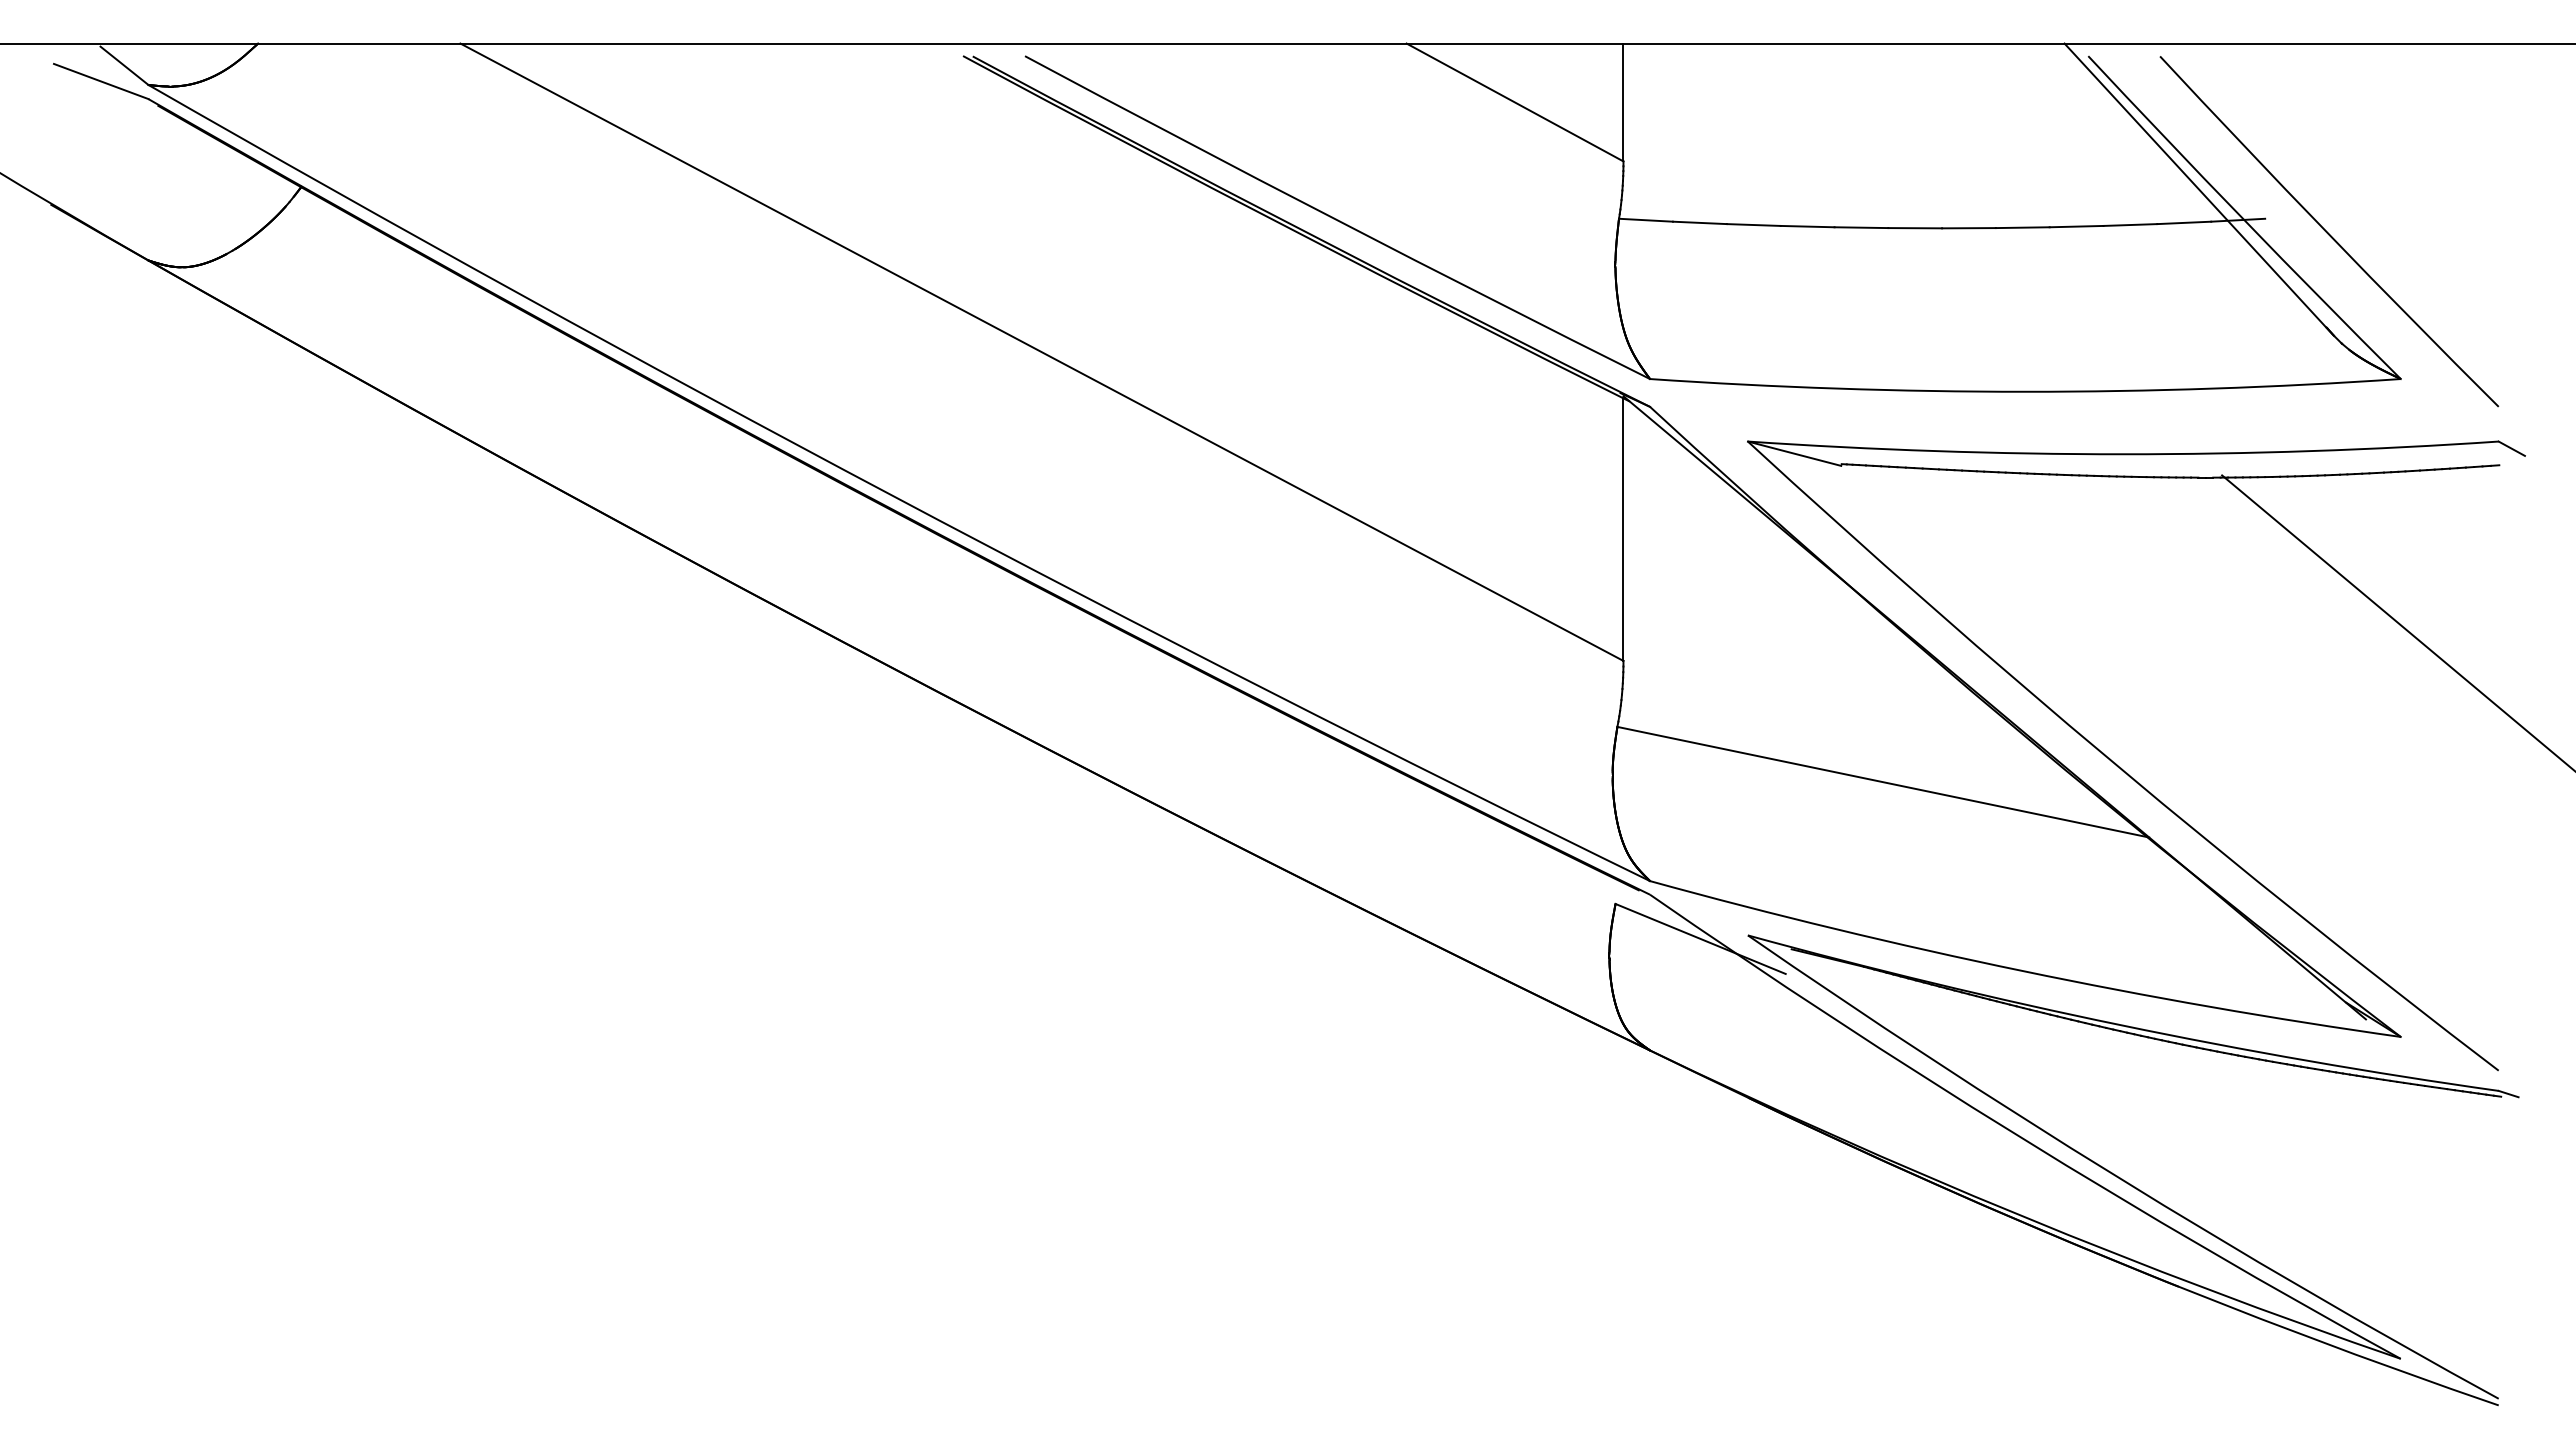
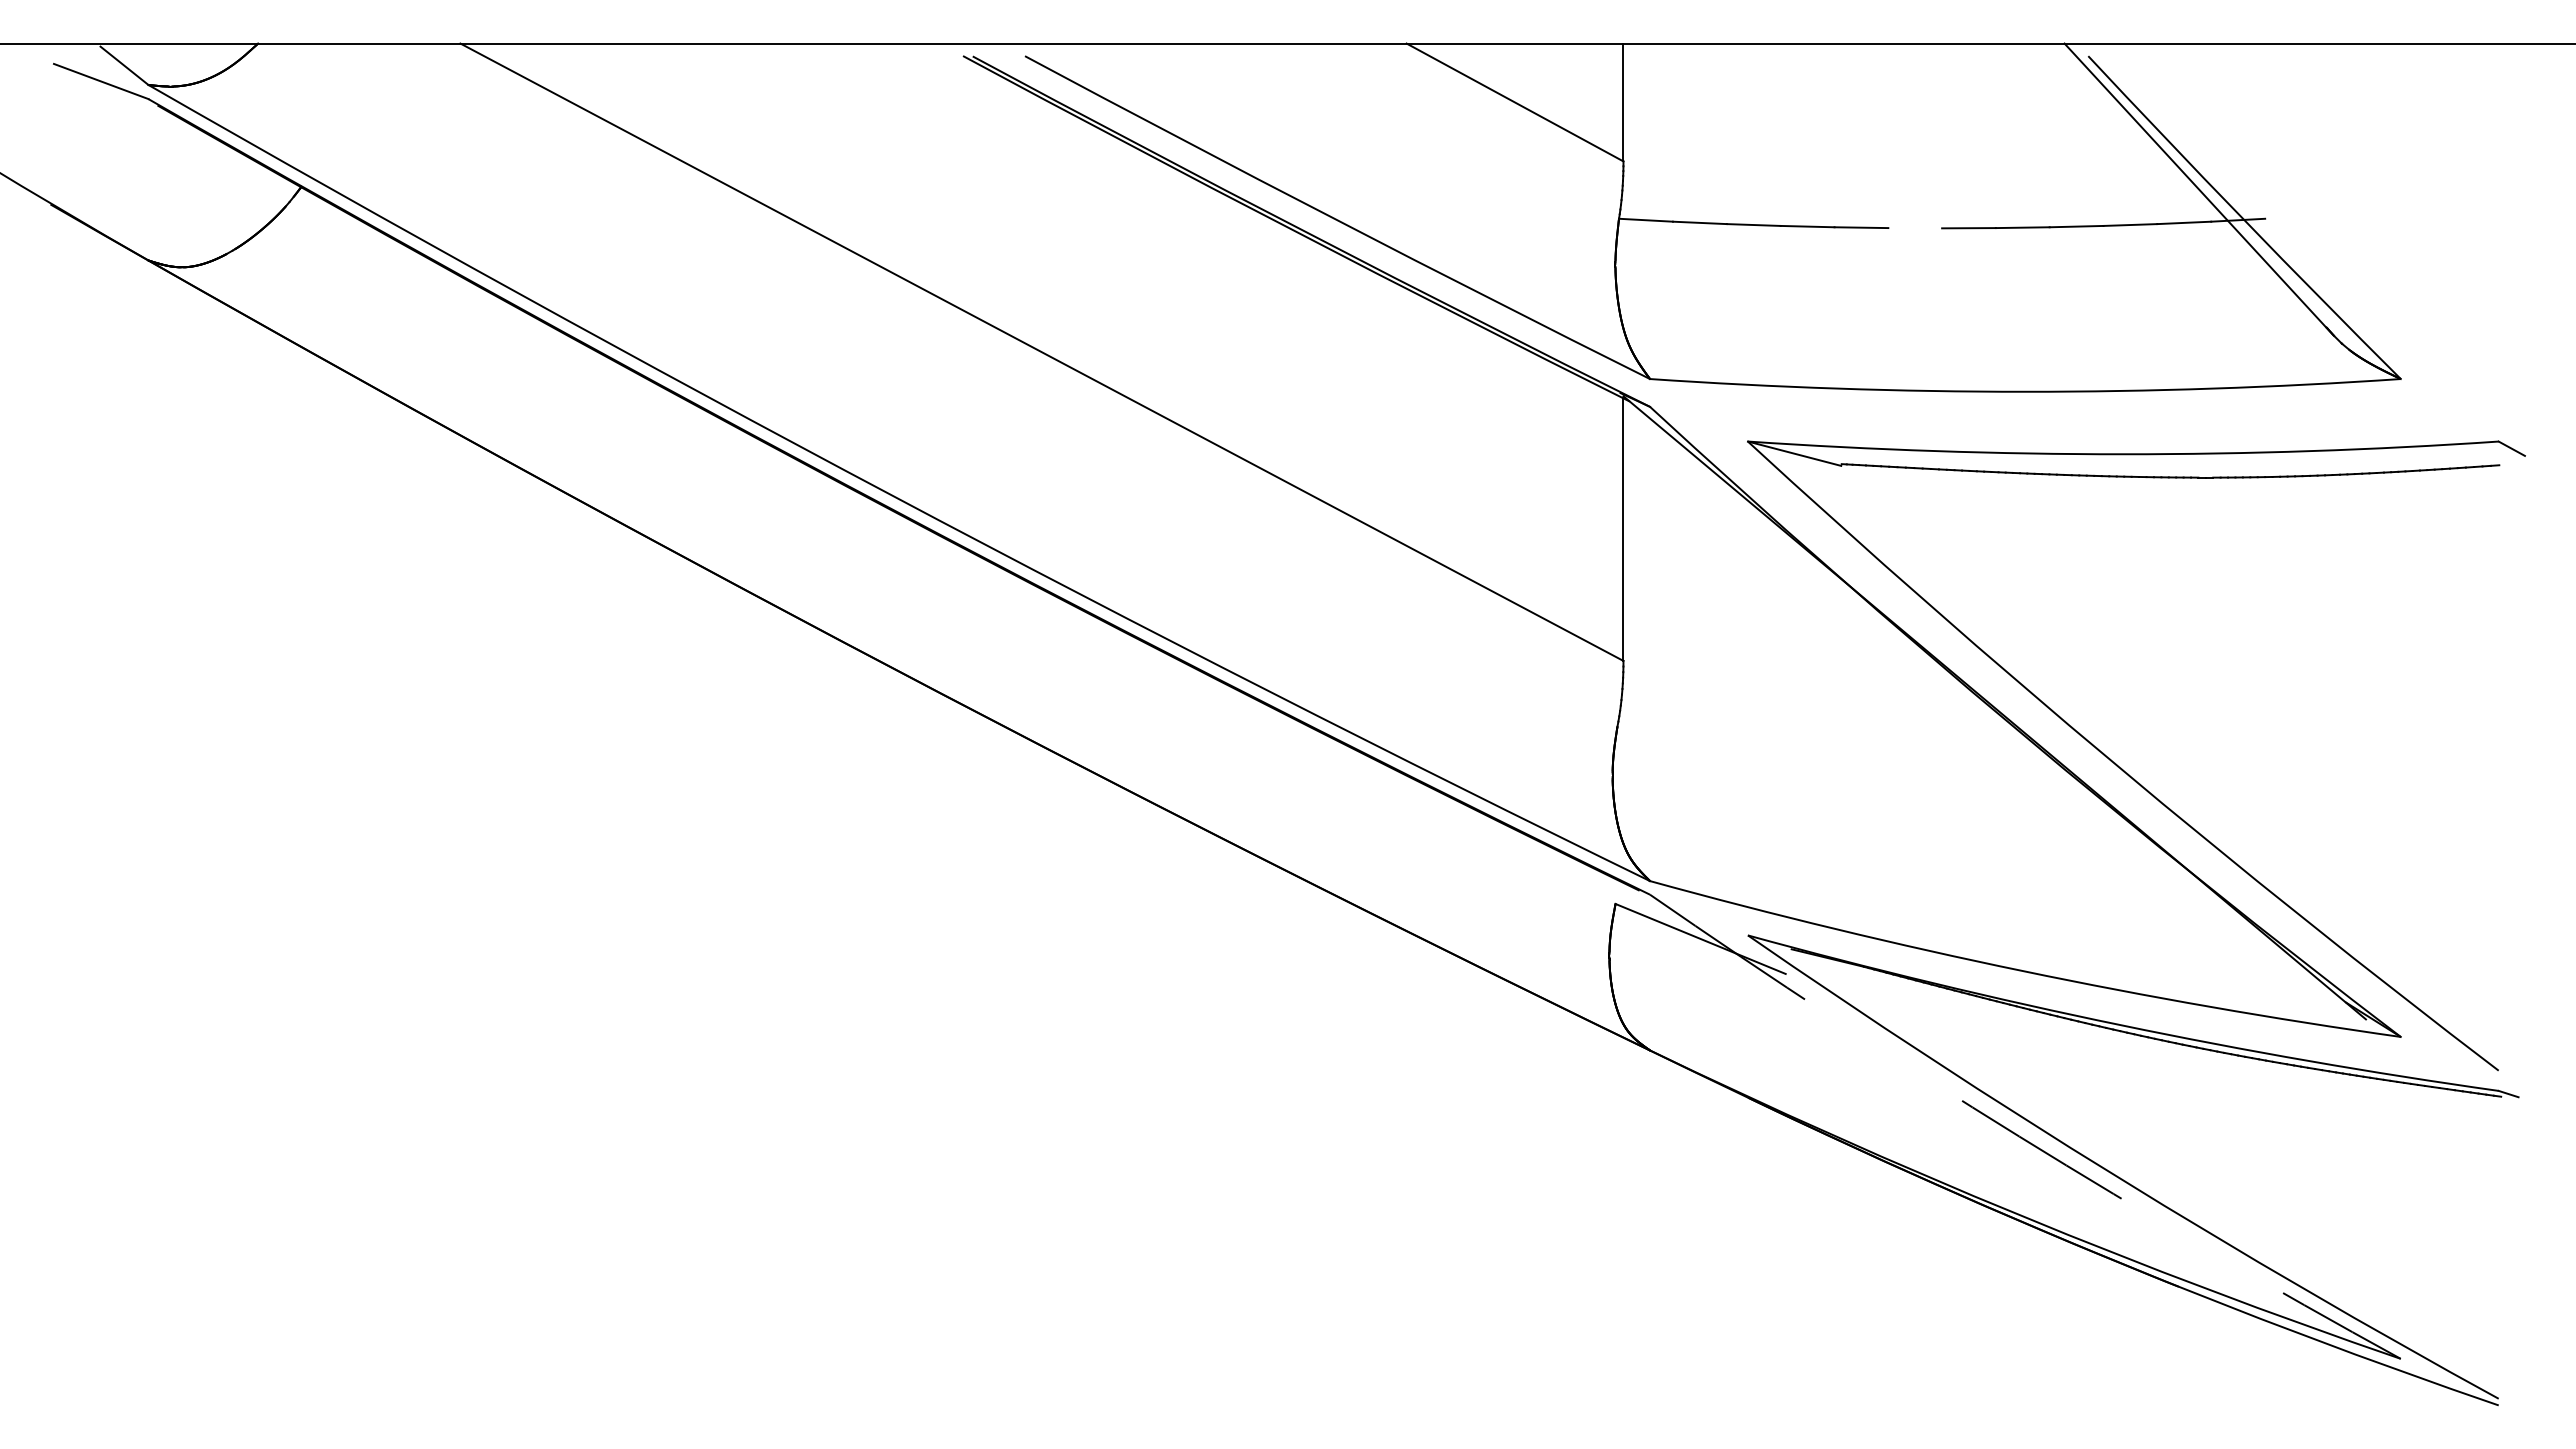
line at (1915, 228): present -> none
arc at (2328, 232): present -> none
line at (2397, 622): present -> none
line at (1883, 781): present -> none
arc at (2019, 1136): solid -> dashed
